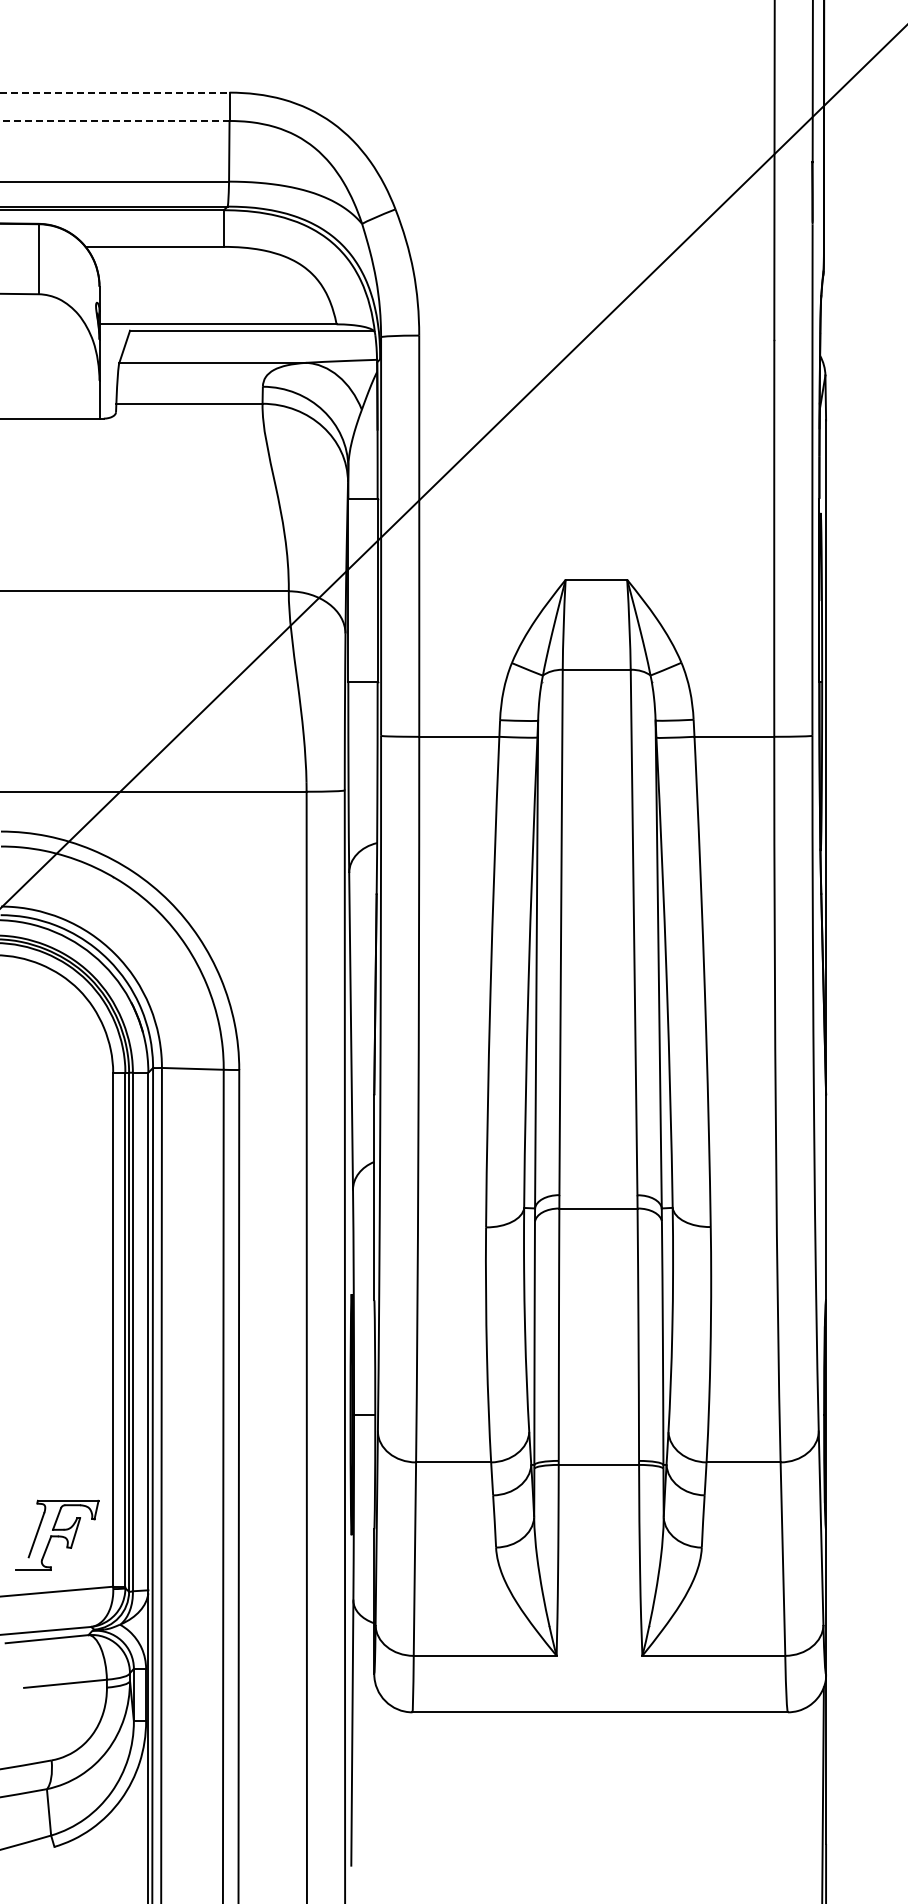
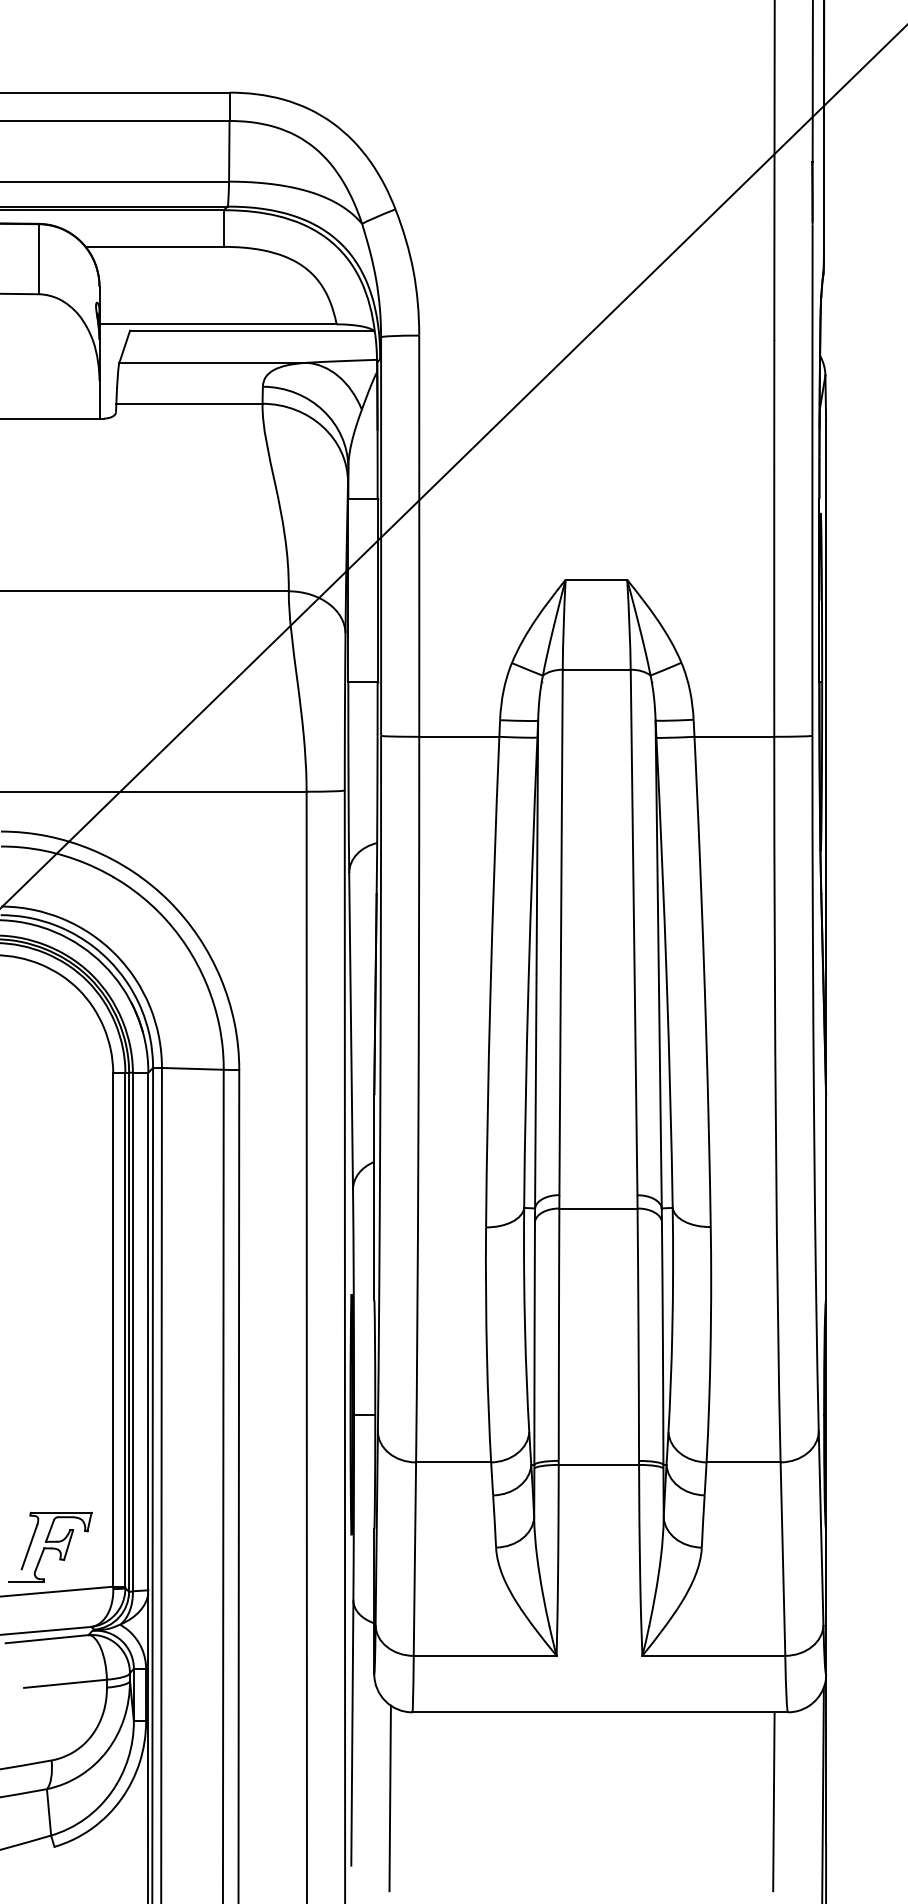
line at (115, 92): dashed -> solid
line at (114, 120): dashed -> solid
part at (57, 1534) position: (57, 1534) -> (50, 1546)
line at (389, 1798): none -> present
line at (773, 1801): none -> present
